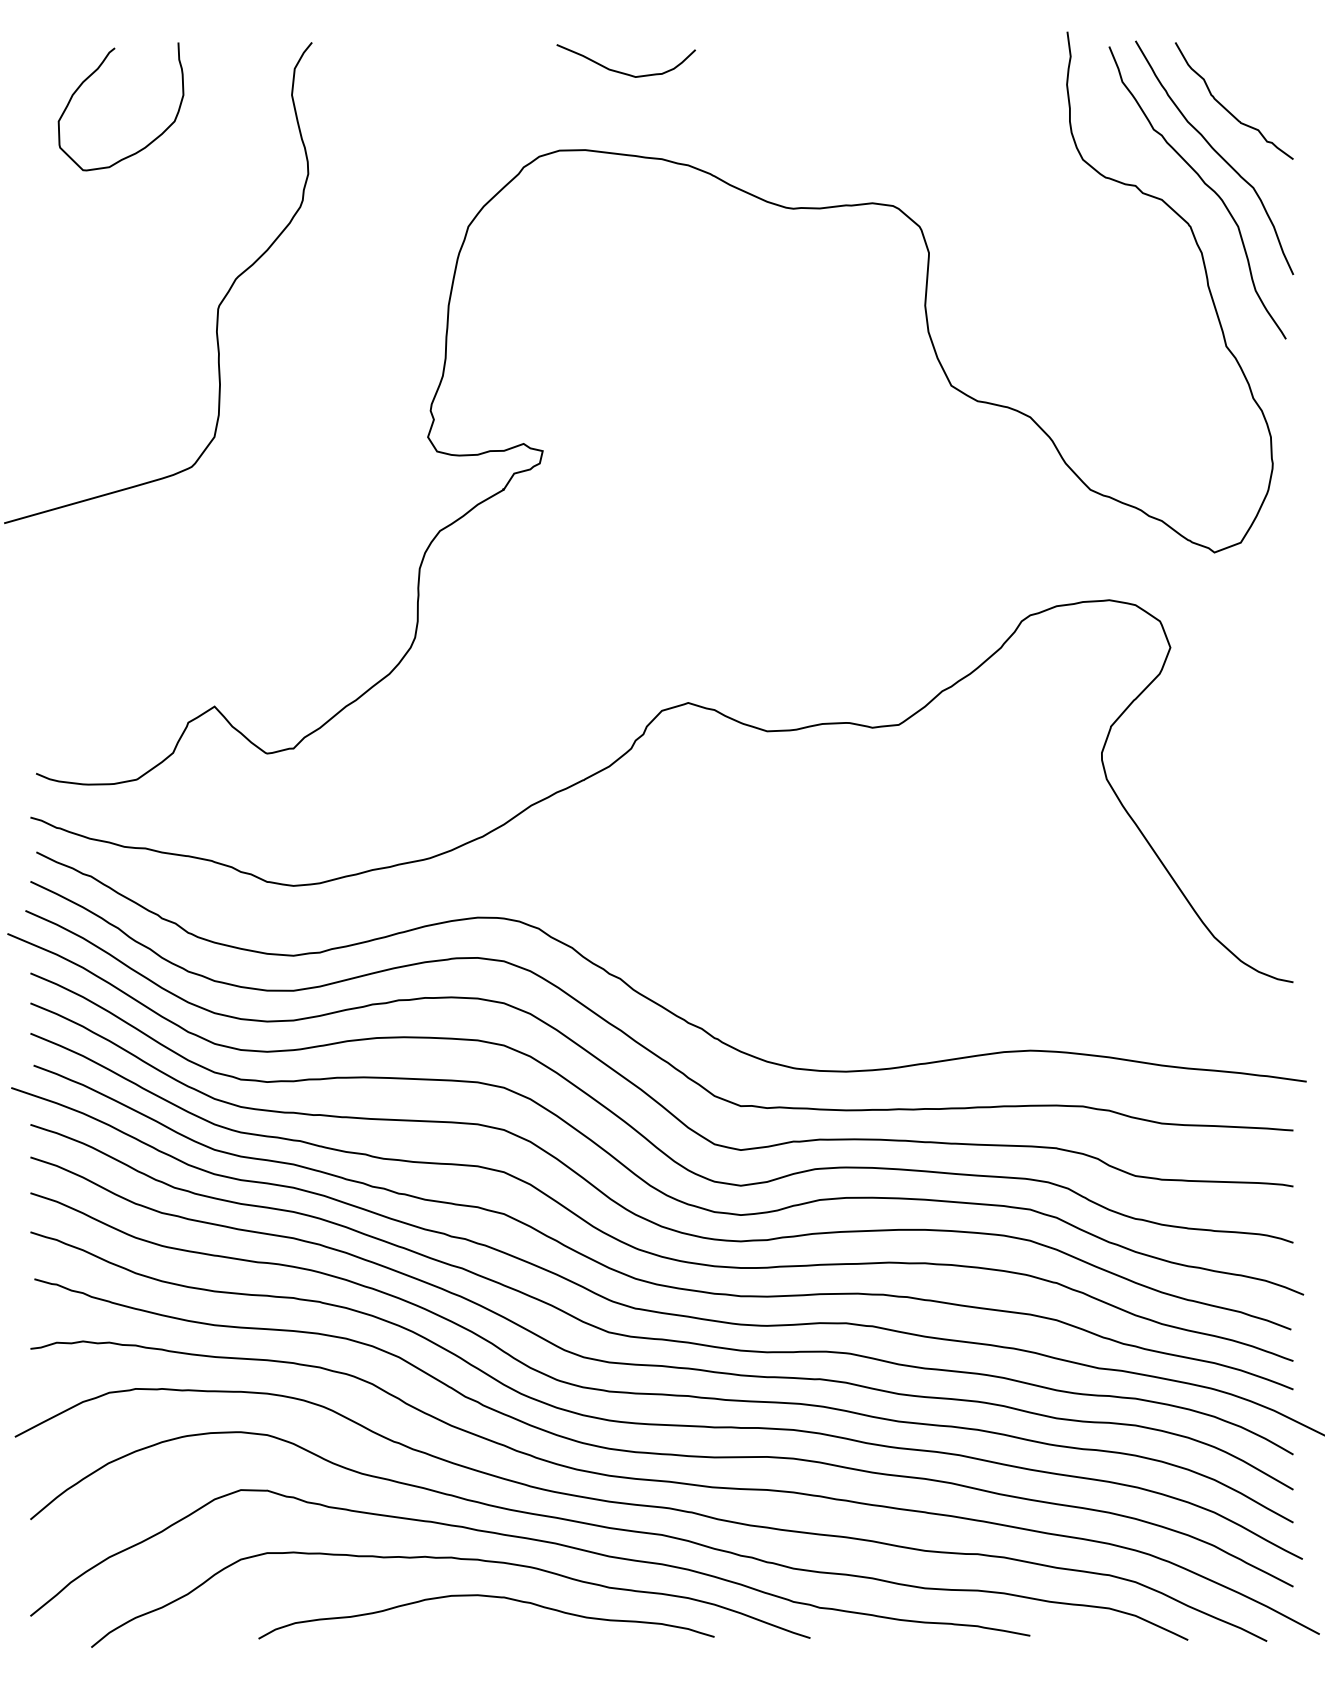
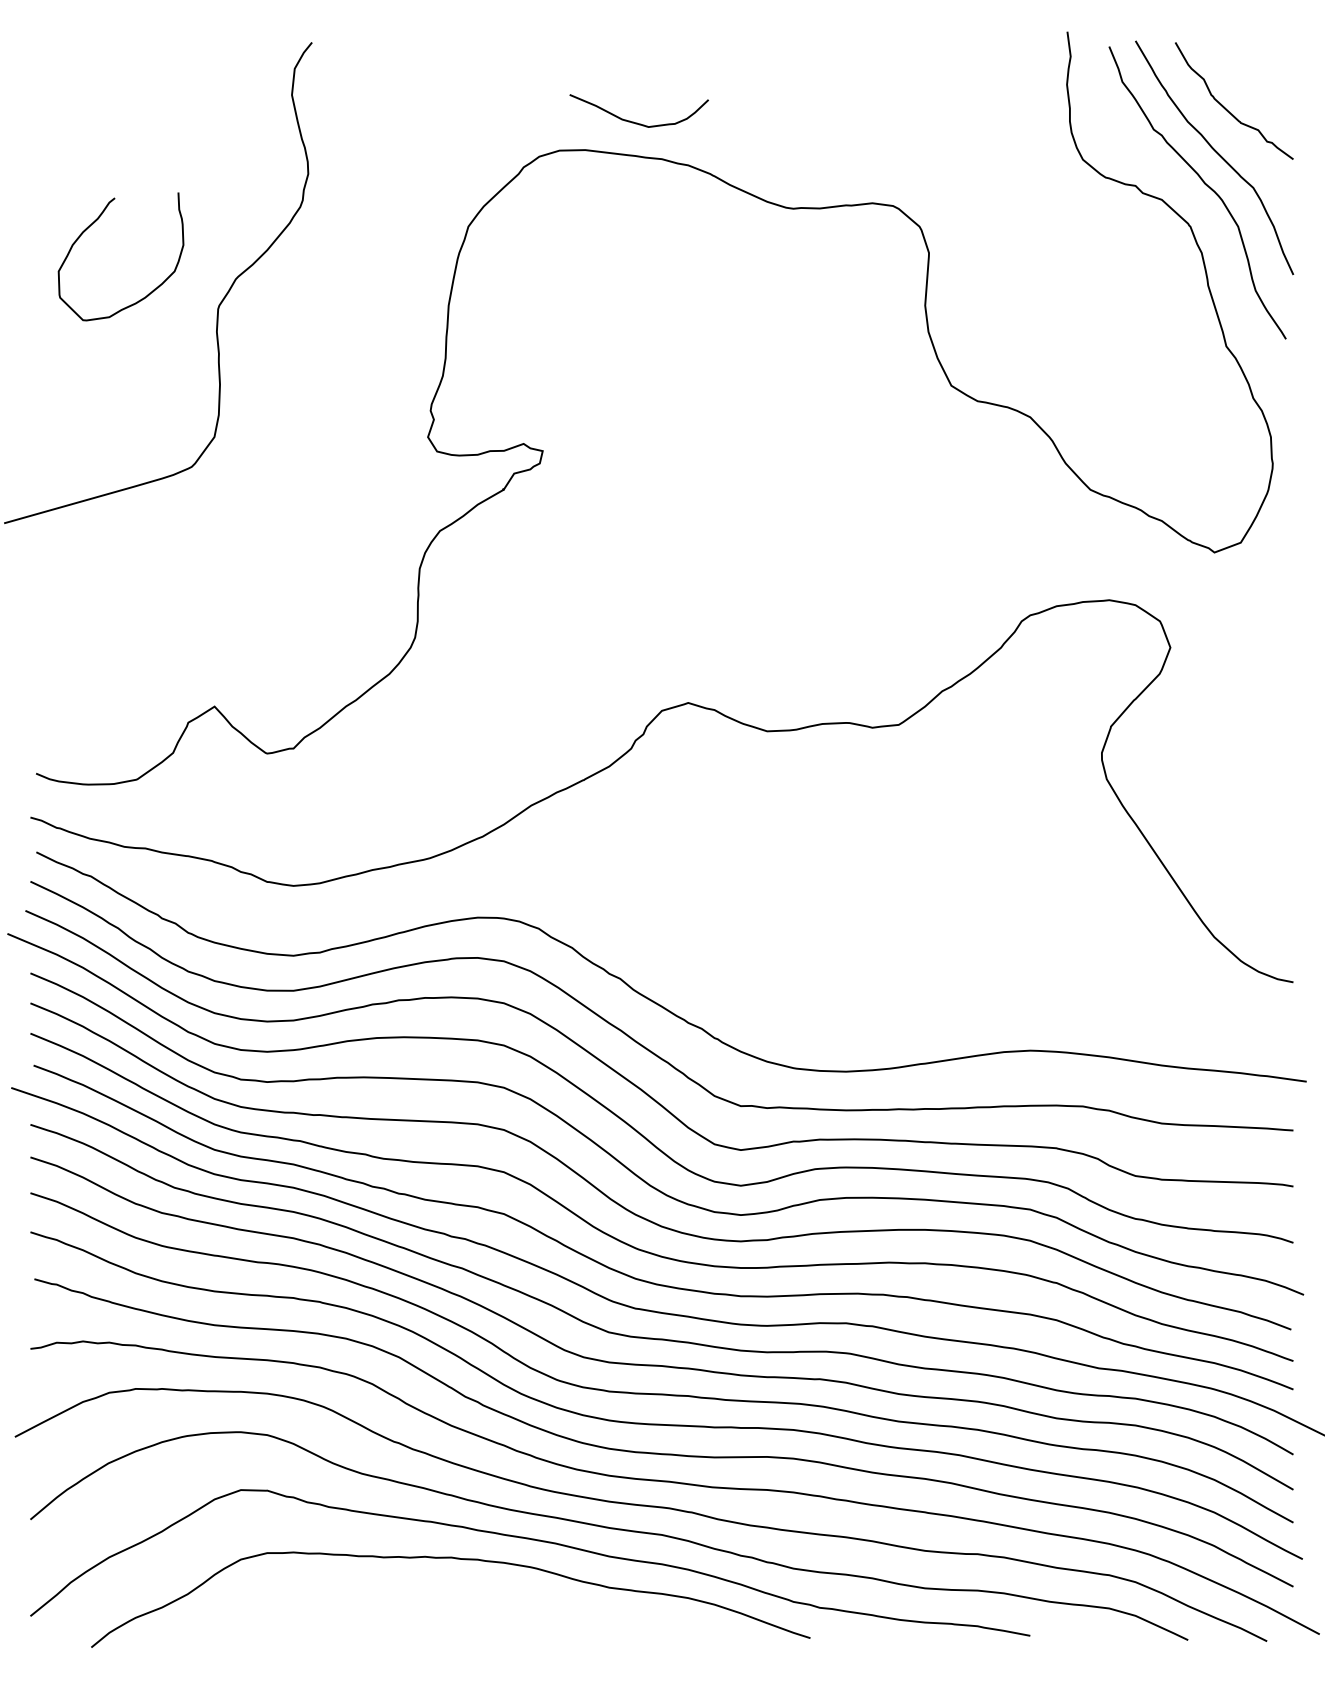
curve at (624, 72) position: (624, 72) -> (637, 122)
curve at (93, 74) position: (93, 74) -> (93, 224)
curve at (488, 1597): present -> none
